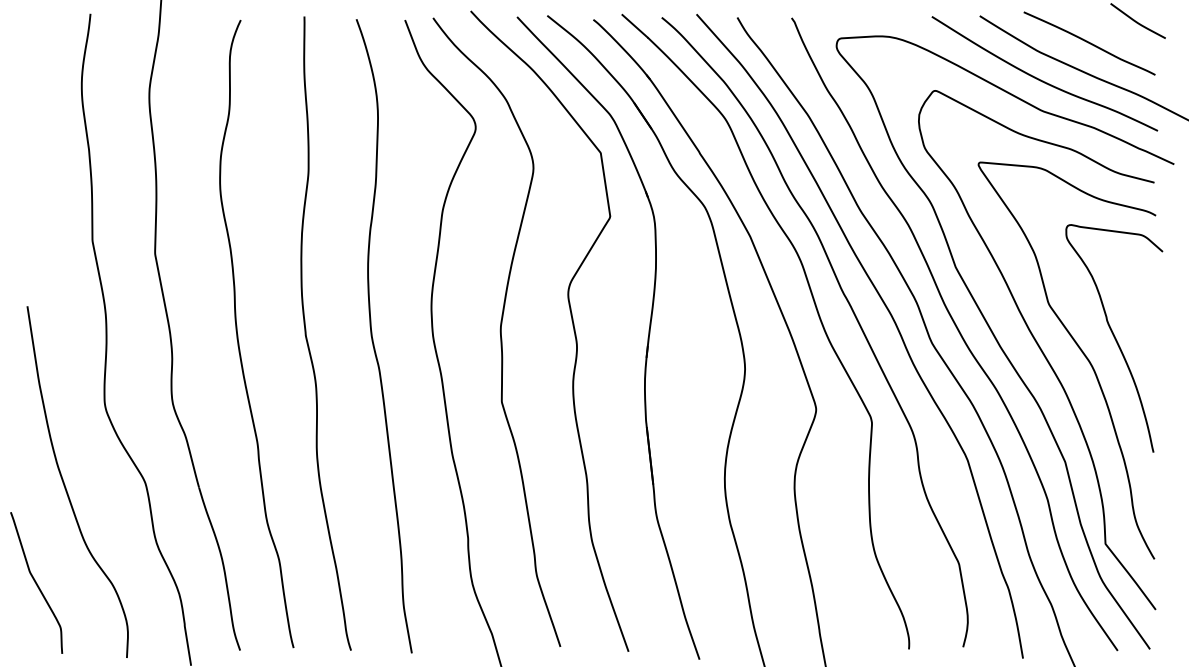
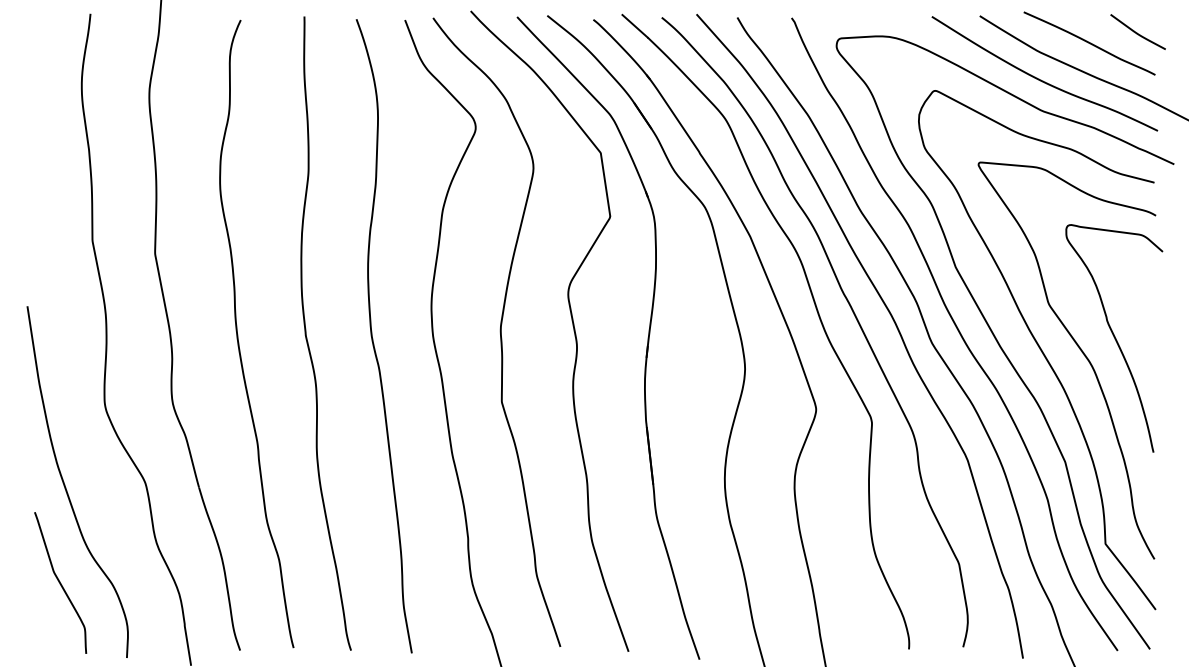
curve at (1137, 21) position: (1137, 21) -> (1137, 32)
curve at (36, 582) position: (36, 582) -> (60, 582)
